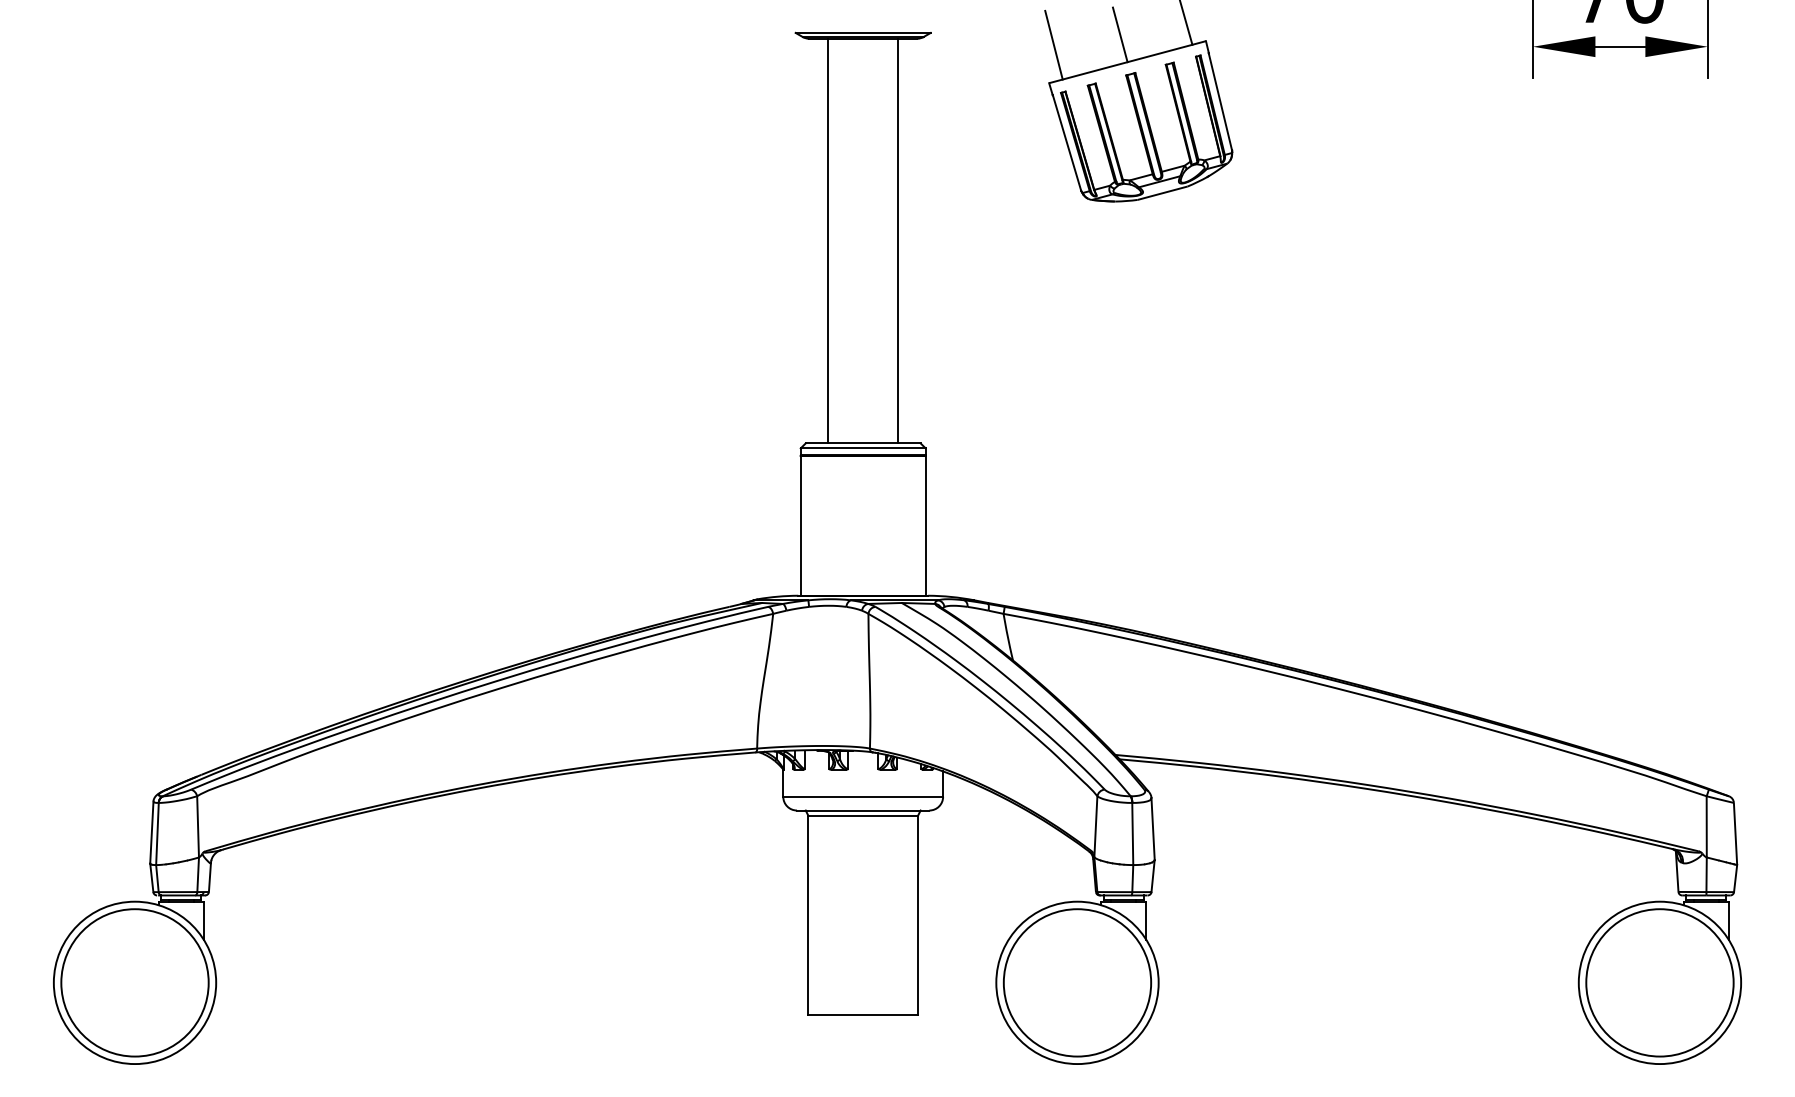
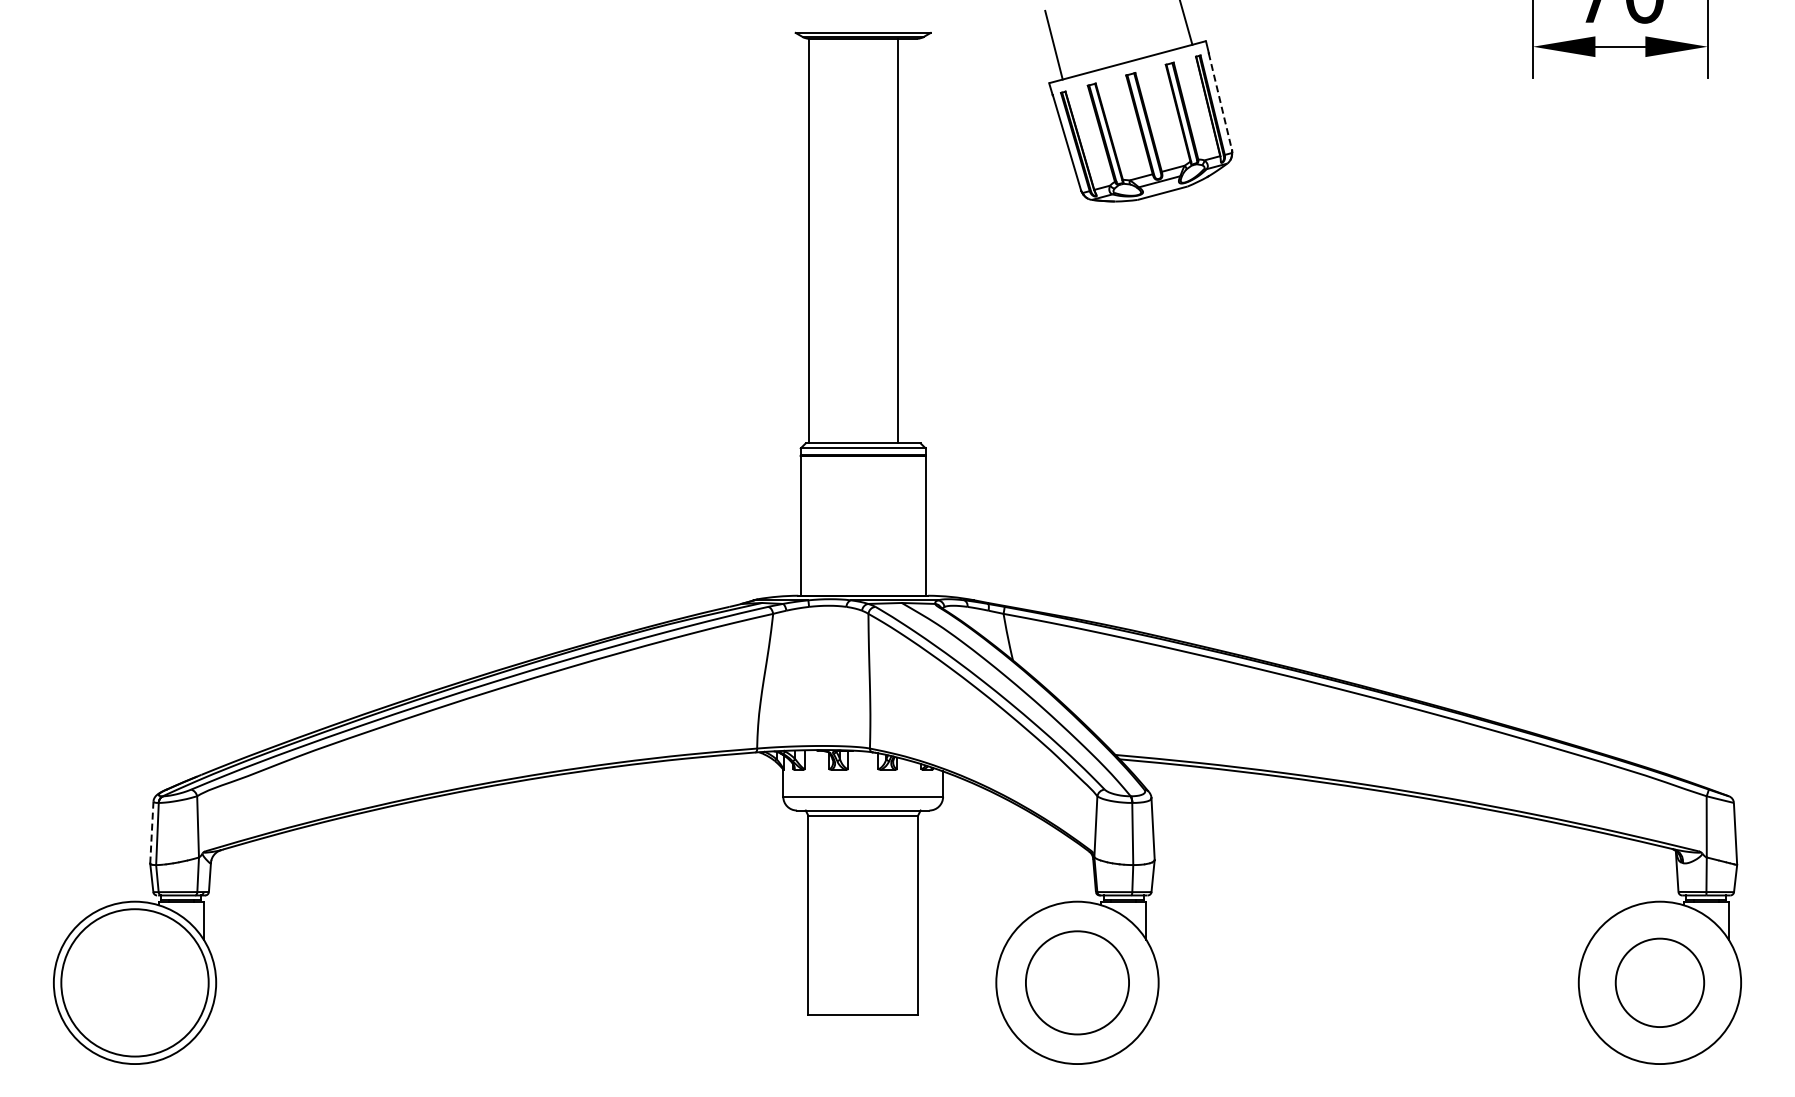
line at (1119, 34): present -> none
line at (1220, 101): solid -> dashed
line at (828, 240) position: (828, 240) -> (809, 240)
line at (151, 832): solid -> dashed
circle at (1077, 982) diameter: 147 px -> 103 px
circle at (1659, 982) diameter: 147 px -> 88 px
